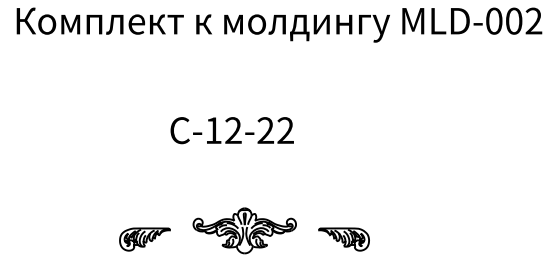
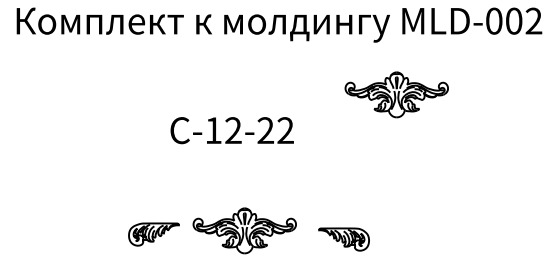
part at (396, 94): none -> present
part at (144, 239) position: (144, 239) -> (153, 234)
